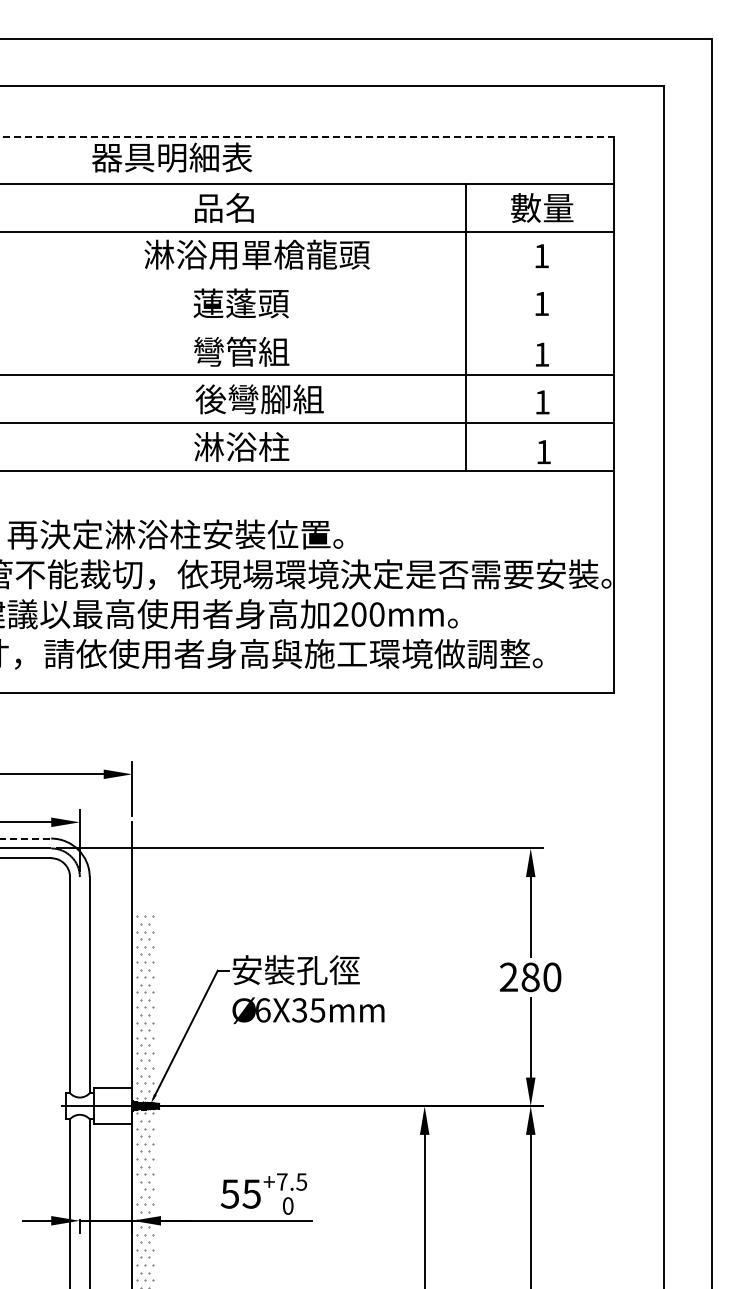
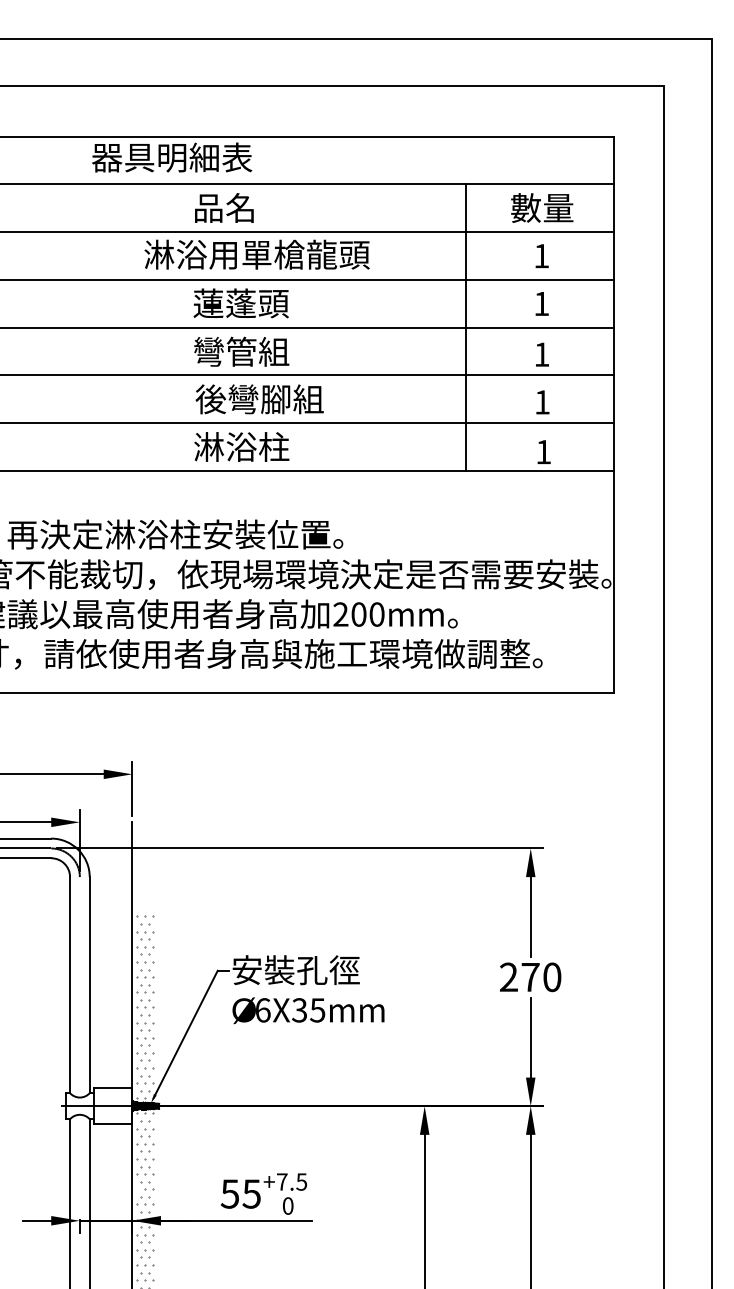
line at (307, 136): dashed -> solid
line at (307, 279): none -> present
line at (307, 327): none -> present
line at (26, 838): dashed -> solid
text at (530, 977): 280 -> 270
